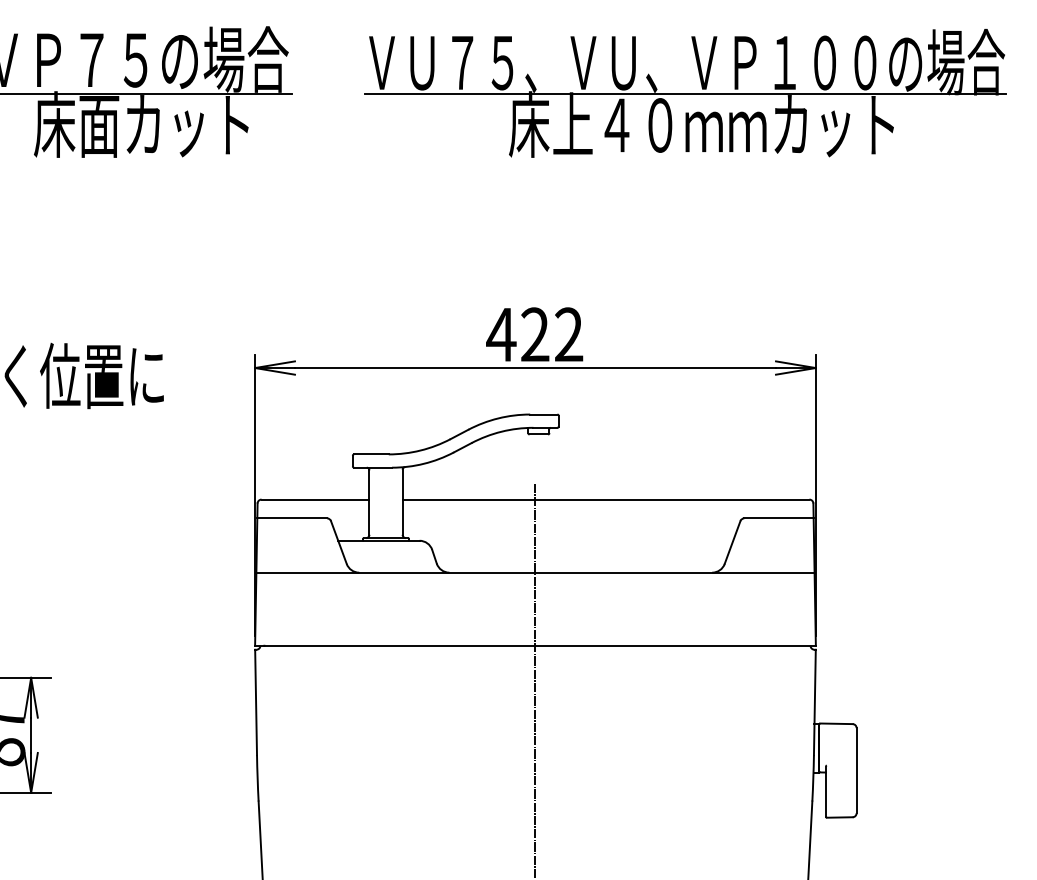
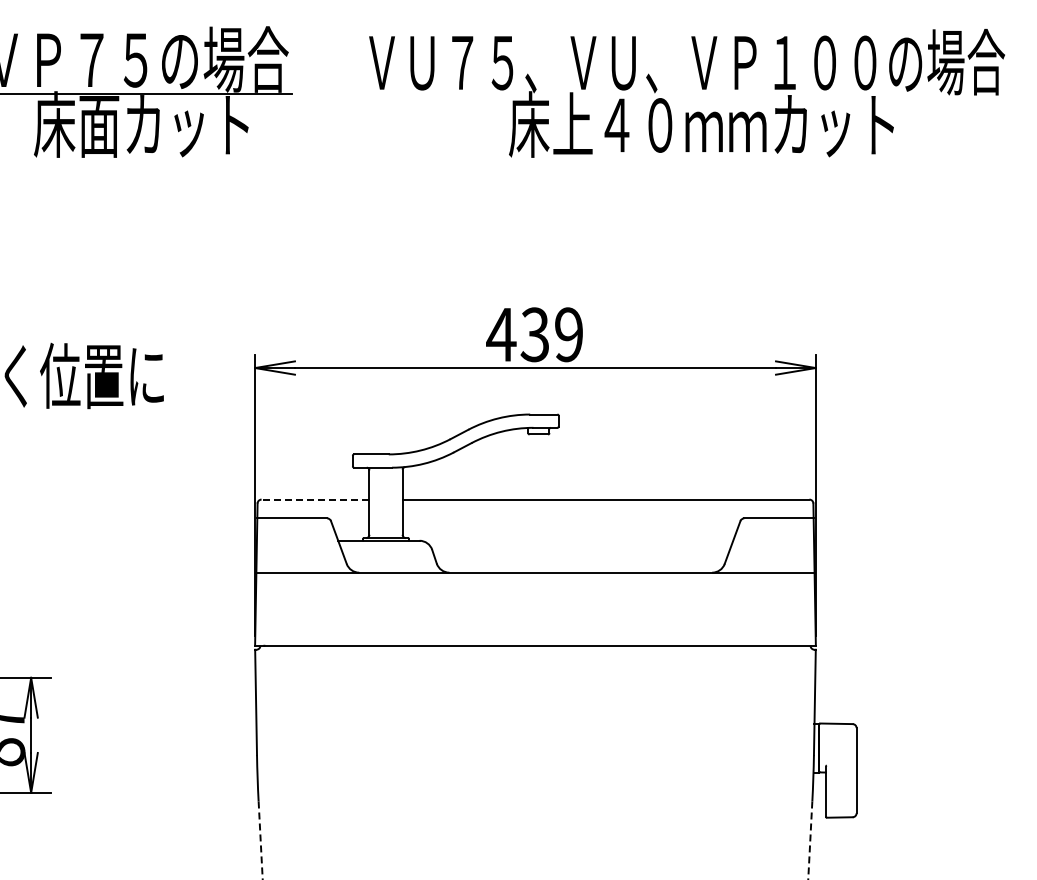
line at (685, 94): present -> none
text at (551, 334): 422 -> 439
line at (315, 499): solid -> dashed
line at (535, 679): present -> none
line at (260, 840): solid -> dashed
line at (810, 840): solid -> dashed
